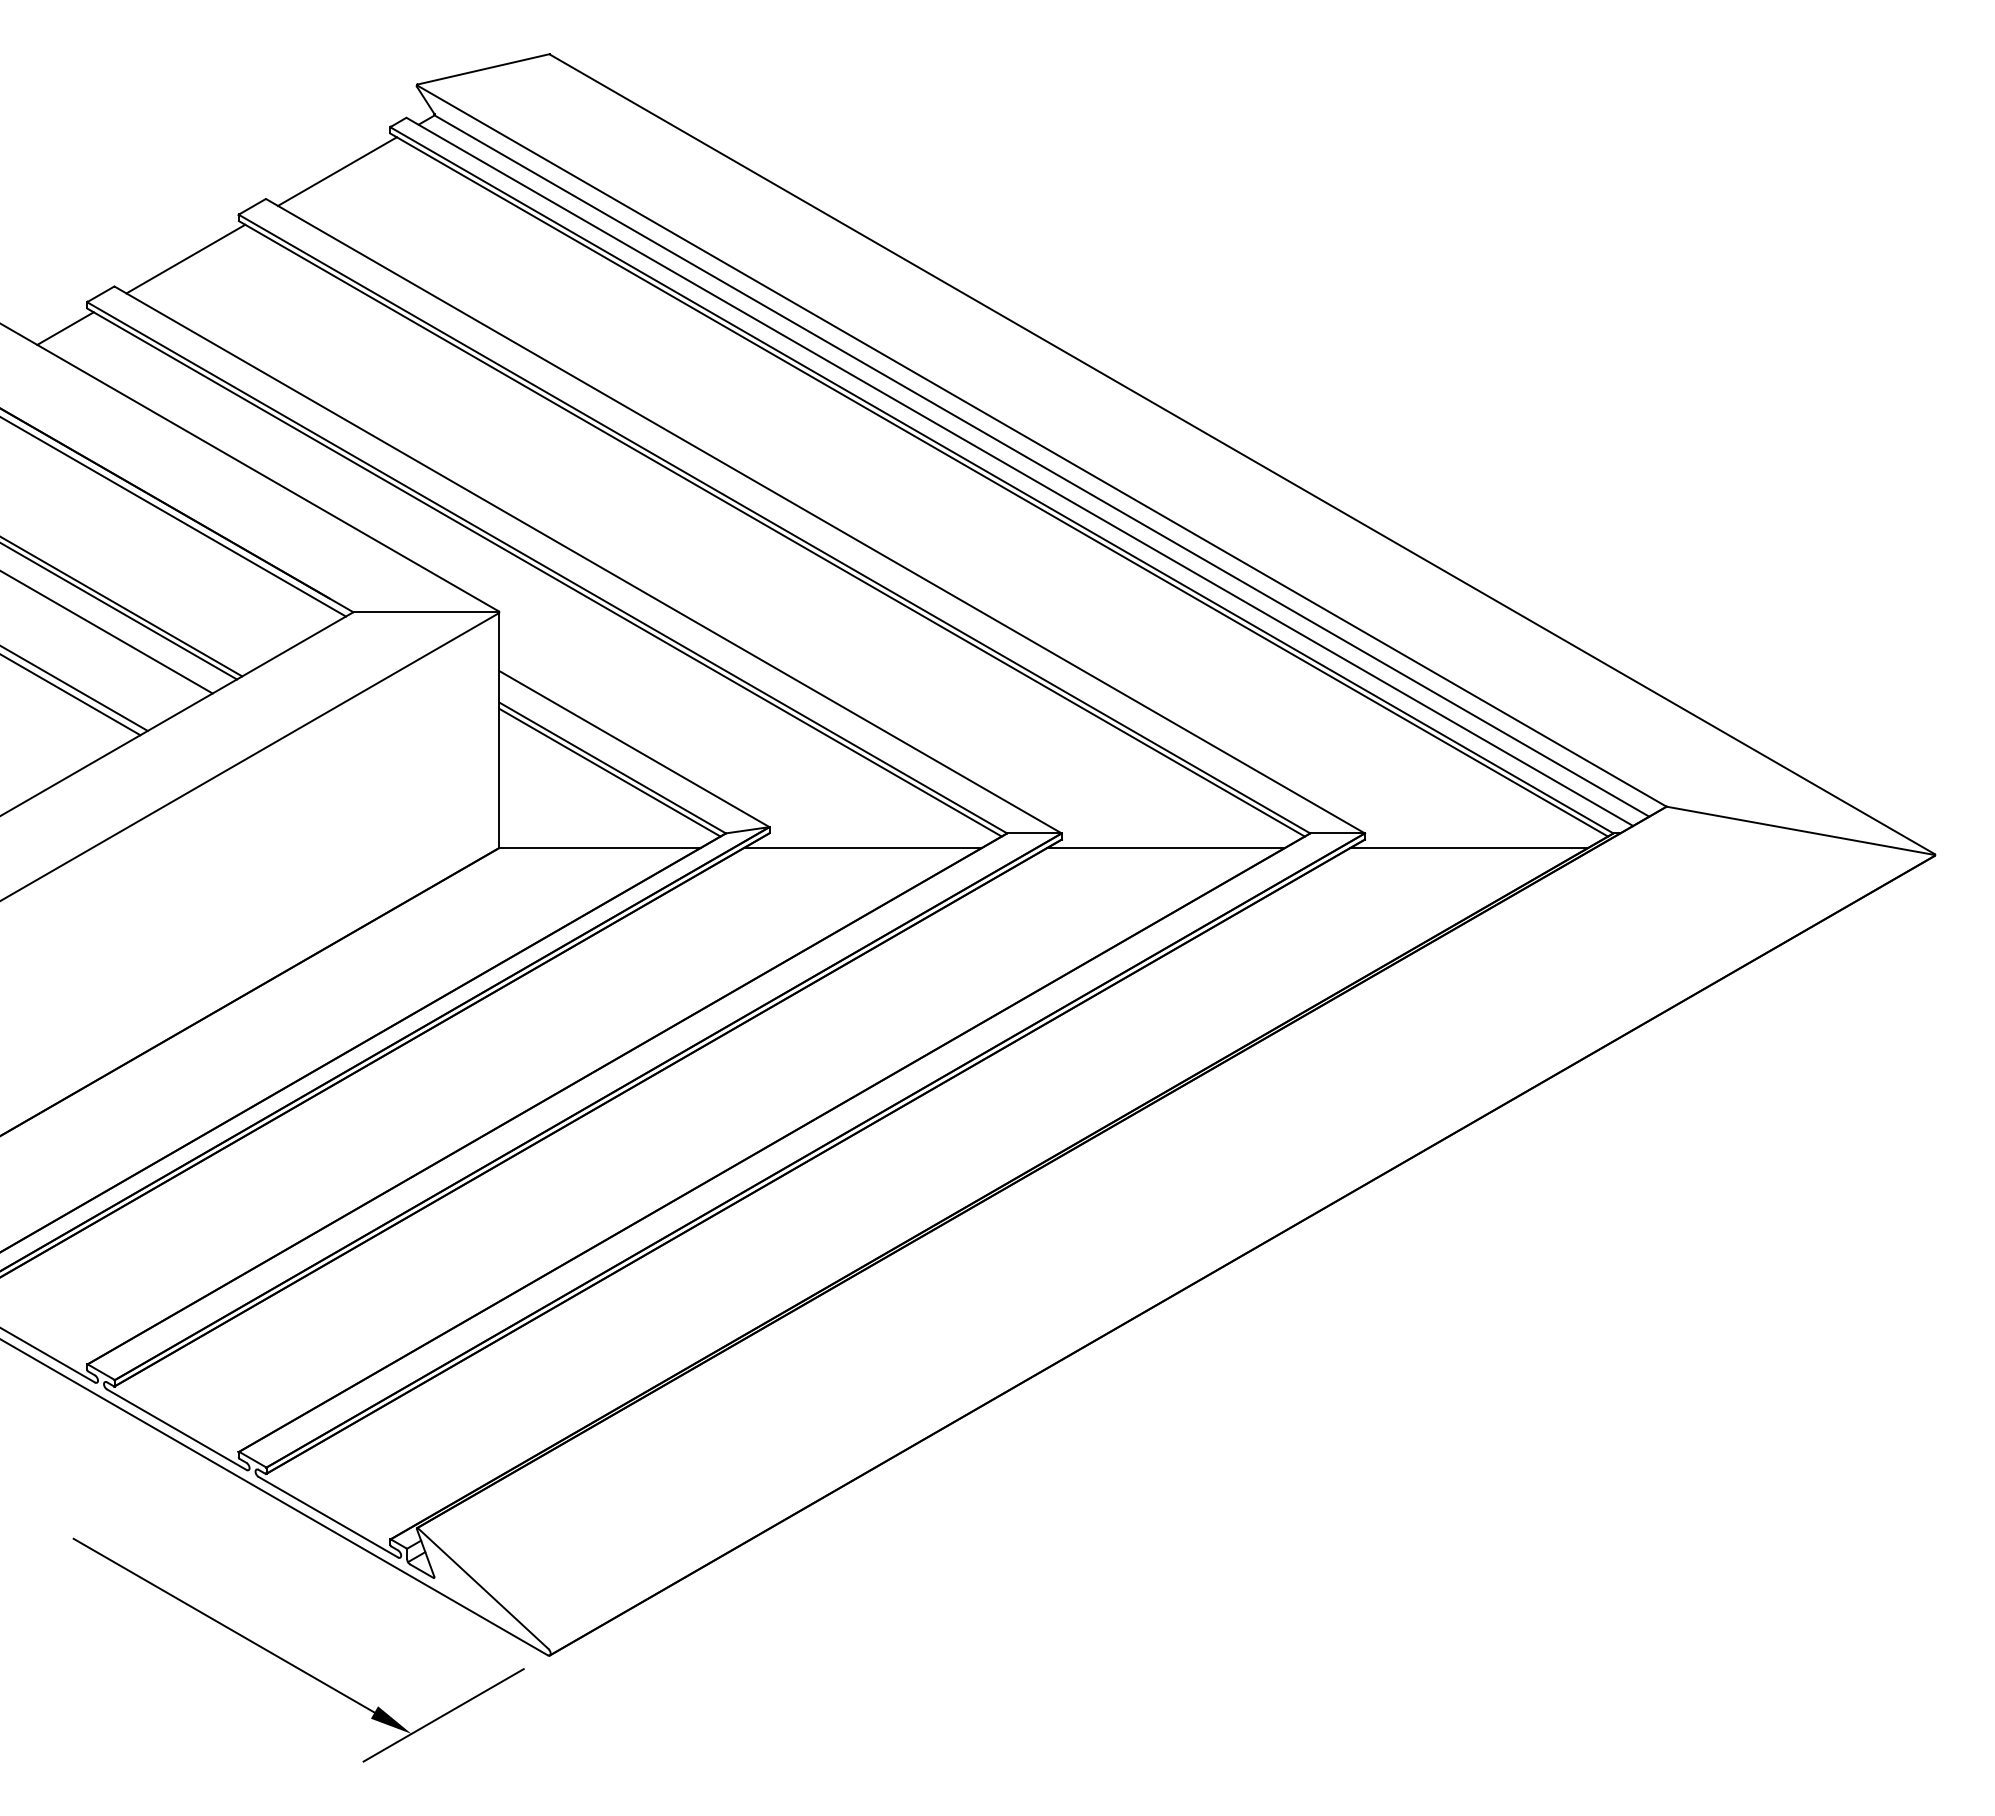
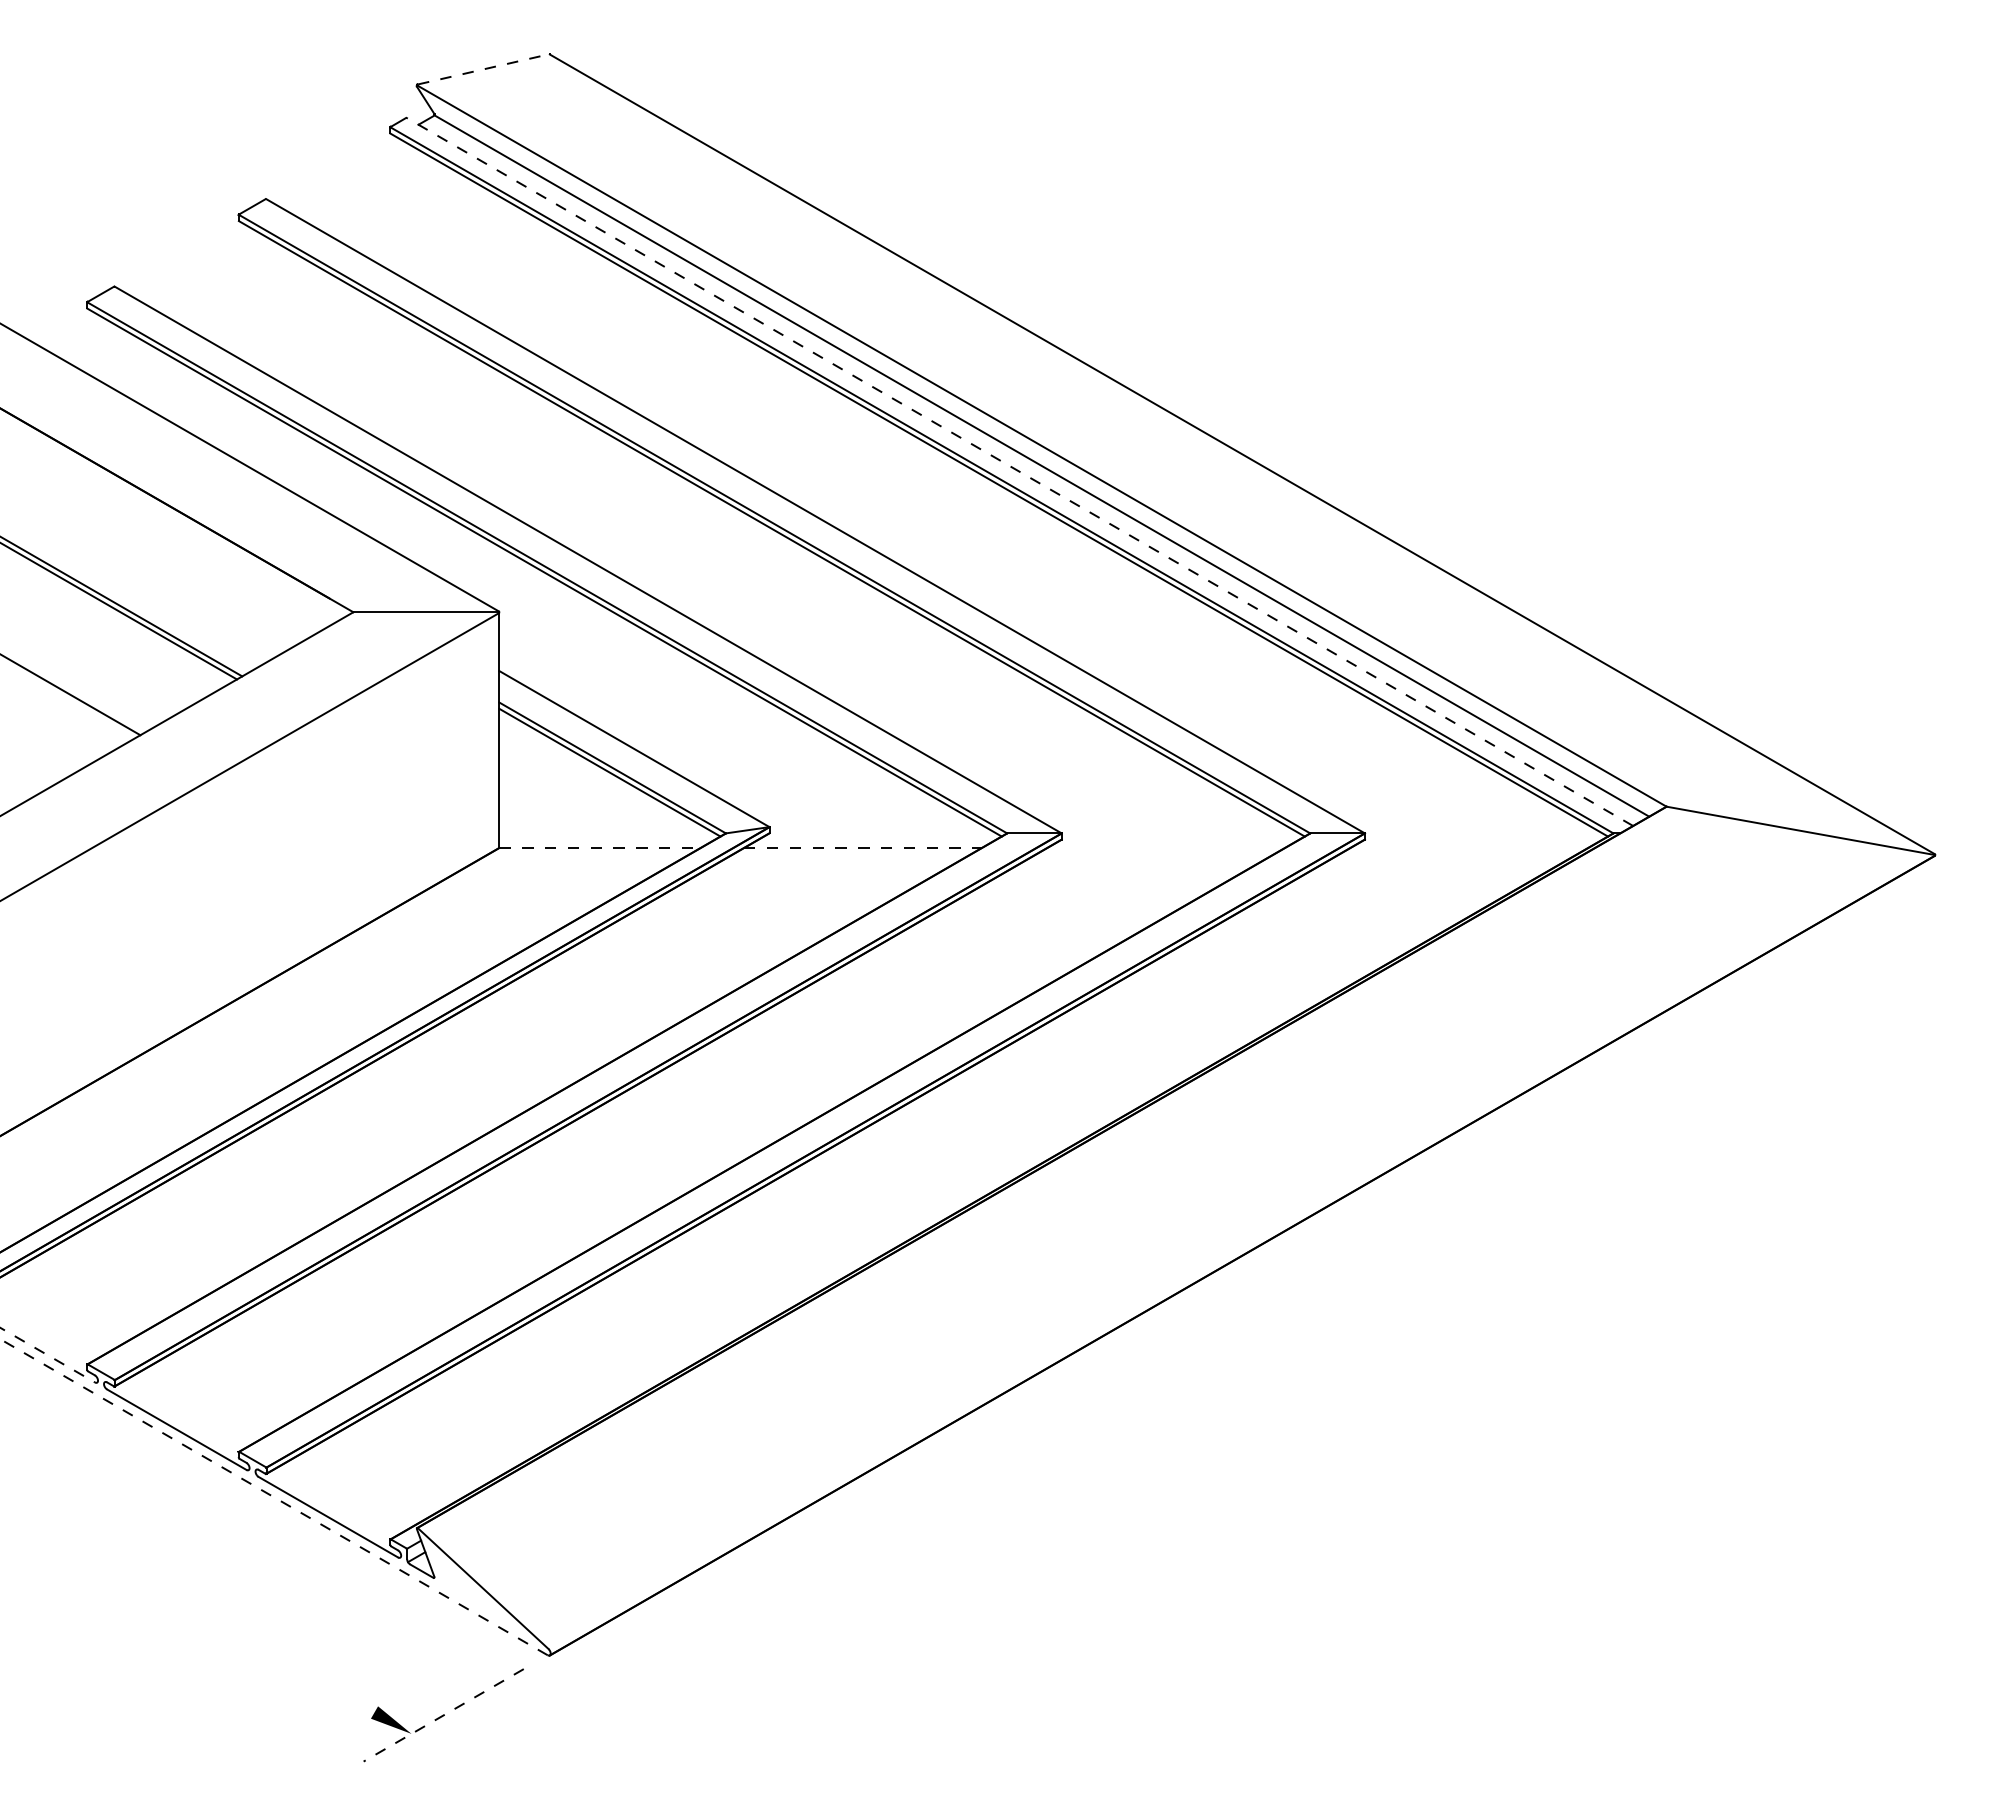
line at (483, 69): solid -> dashed
line at (336, 171): present -> none
line at (185, 258): present -> none
line at (65, 328): present -> none
line at (1019, 471): solid -> dashed
line at (174, 517): present -> none
line at (107, 632): present -> none
line at (74, 688): present -> none
line at (600, 848): solid -> dashed
line at (862, 848): solid -> dashed
line at (1166, 848): present -> none
line at (1469, 848): present -> none
line at (47, 1355): solid -> dashed
line at (273, 1496): solid -> dashed
line at (223, 1625): present -> none
line at (443, 1715): solid -> dashed
